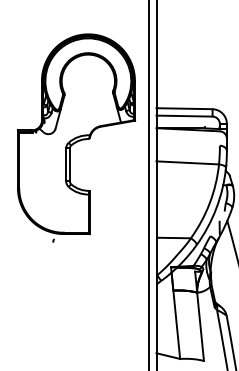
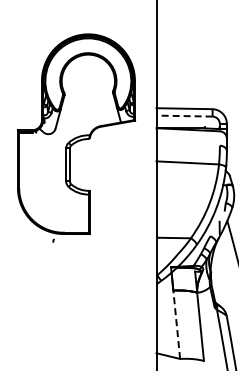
line at (184, 116): solid -> dashed
line at (149, 184): present -> none
line at (176, 324): solid -> dashed
